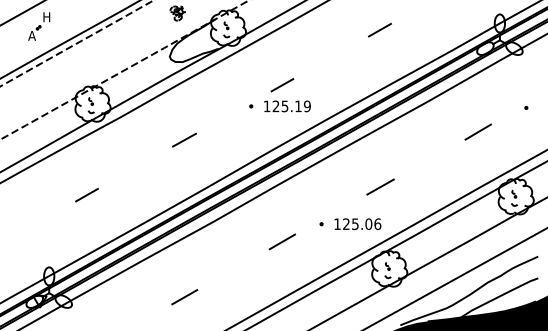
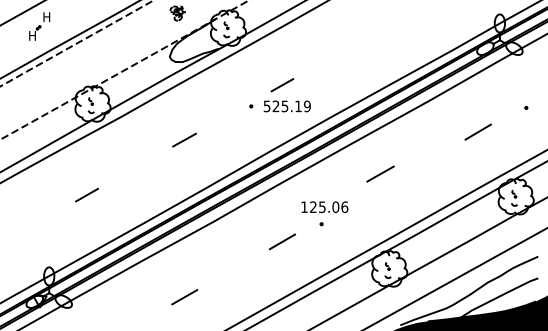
line at (379, 29): present -> none
text at (31, 35): A -> H
text at (266, 106): 125.19 -> 525.19
line at (380, 186) position: (380, 186) -> (380, 173)
text at (357, 224) position: (357, 224) -> (324, 207)
